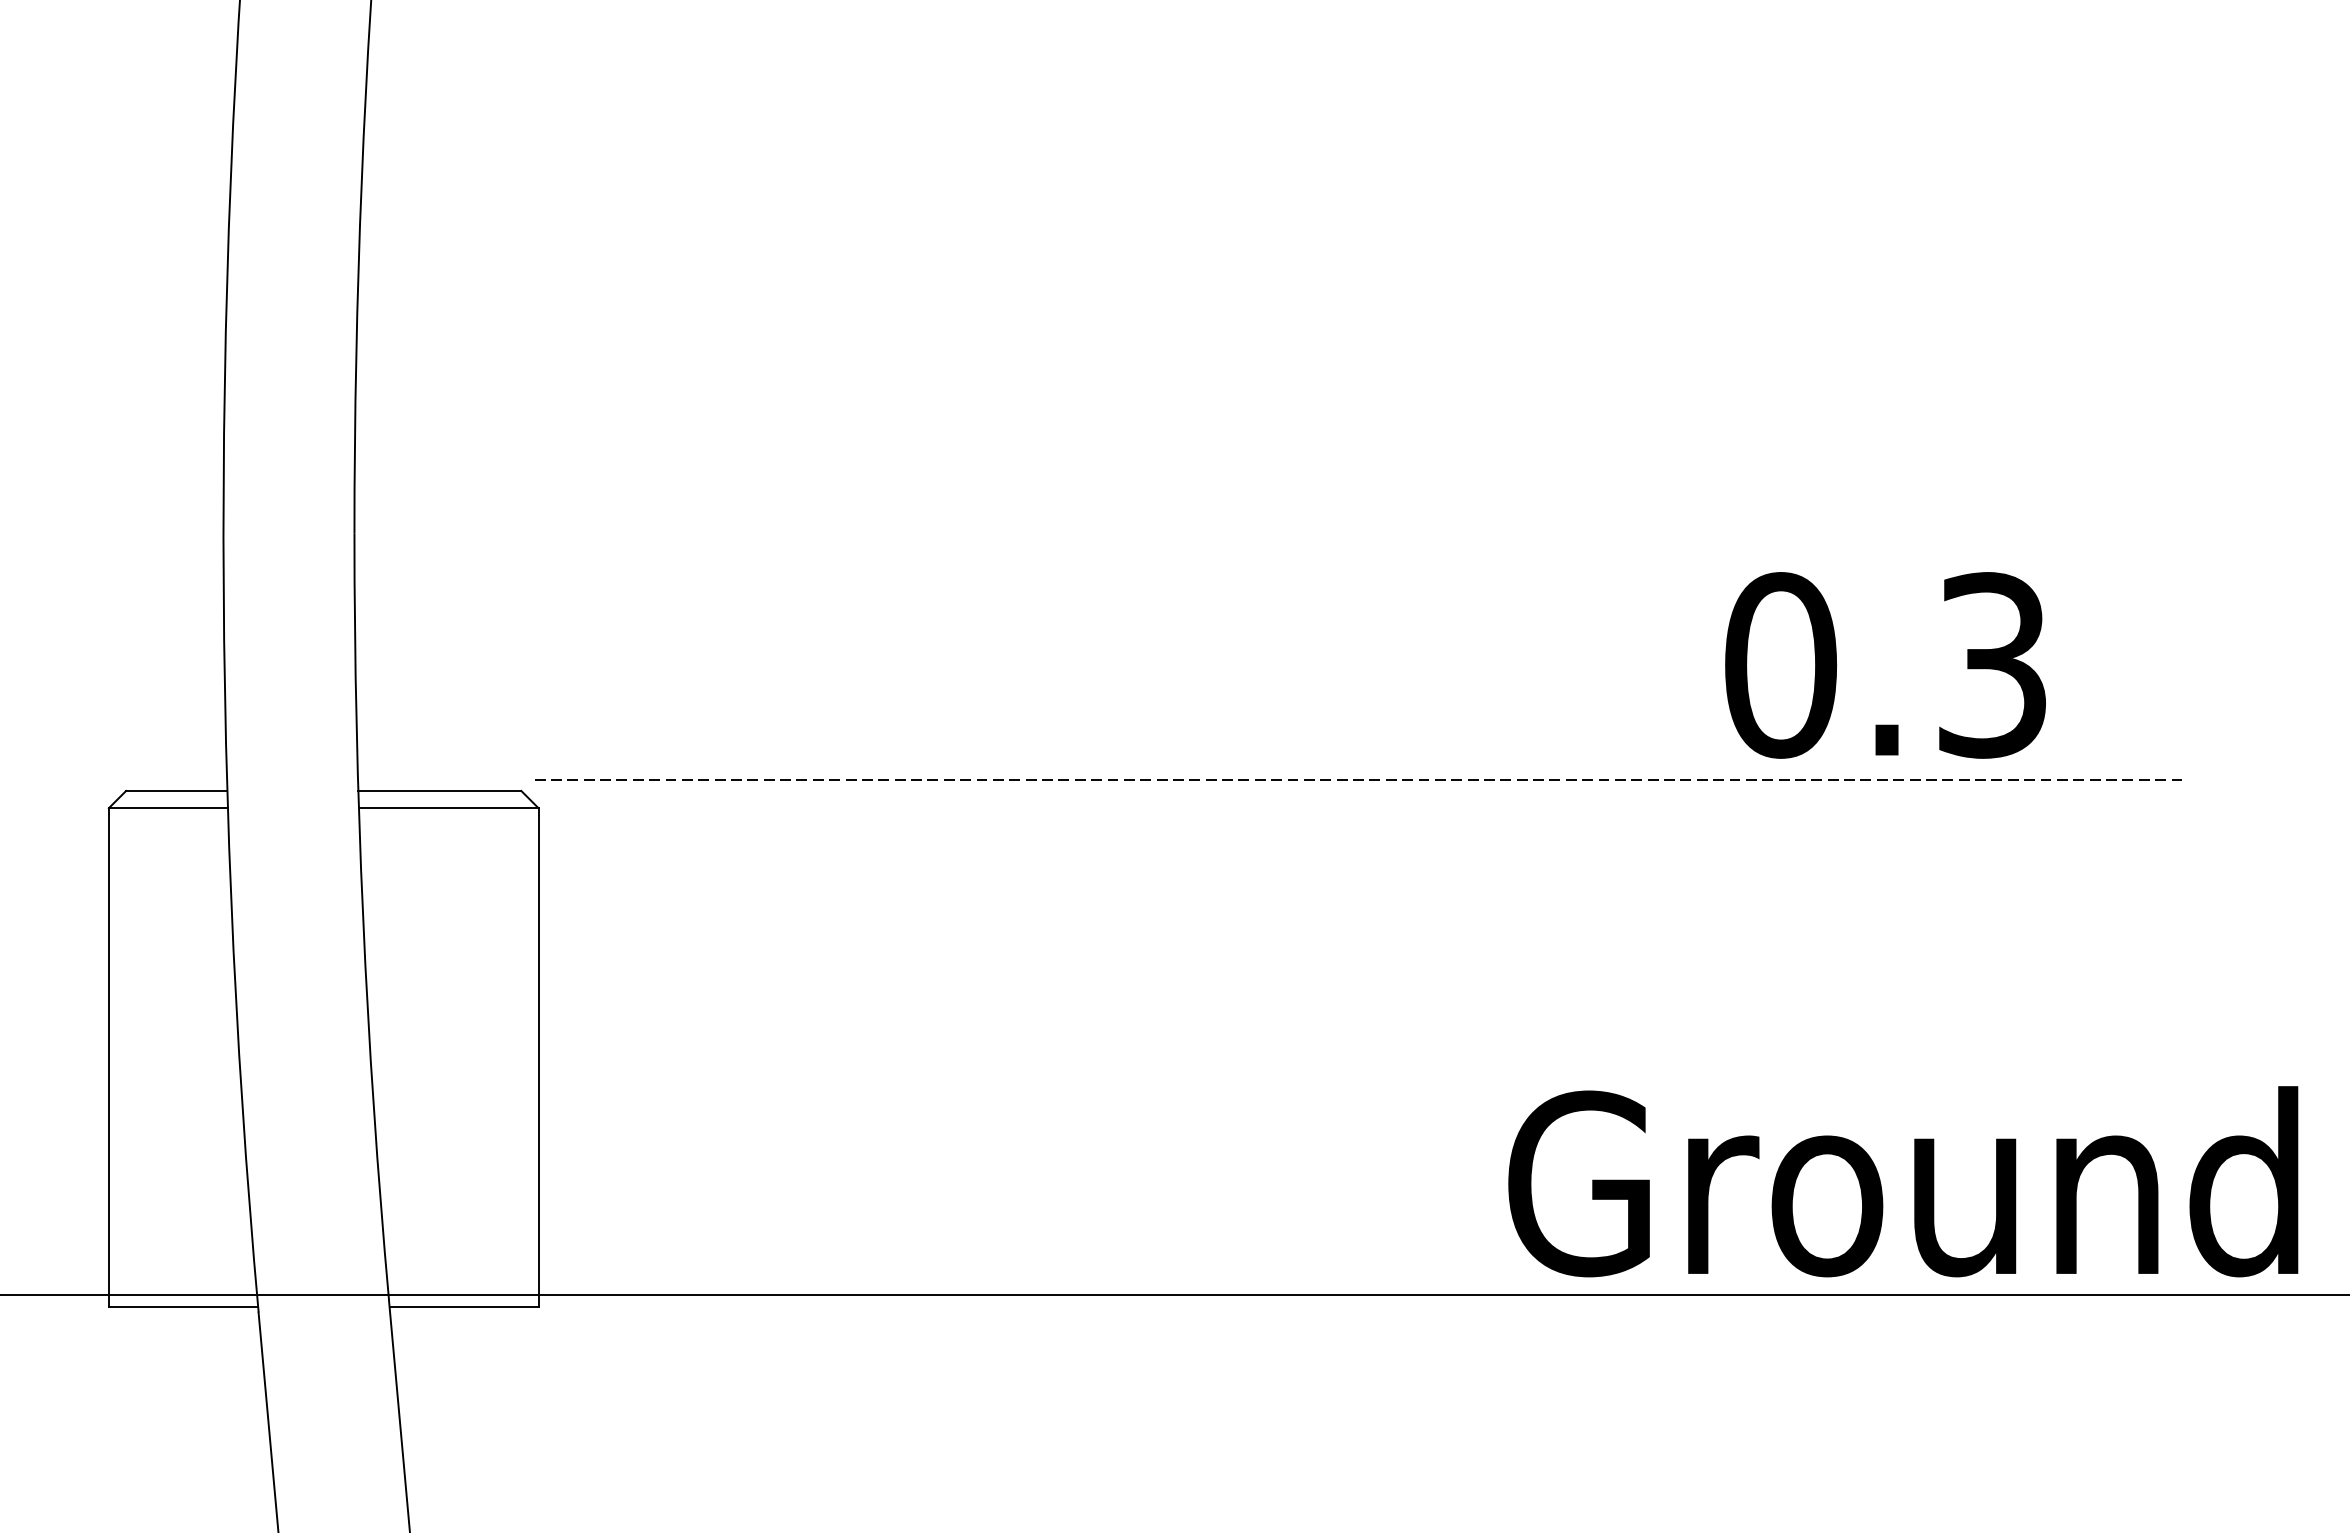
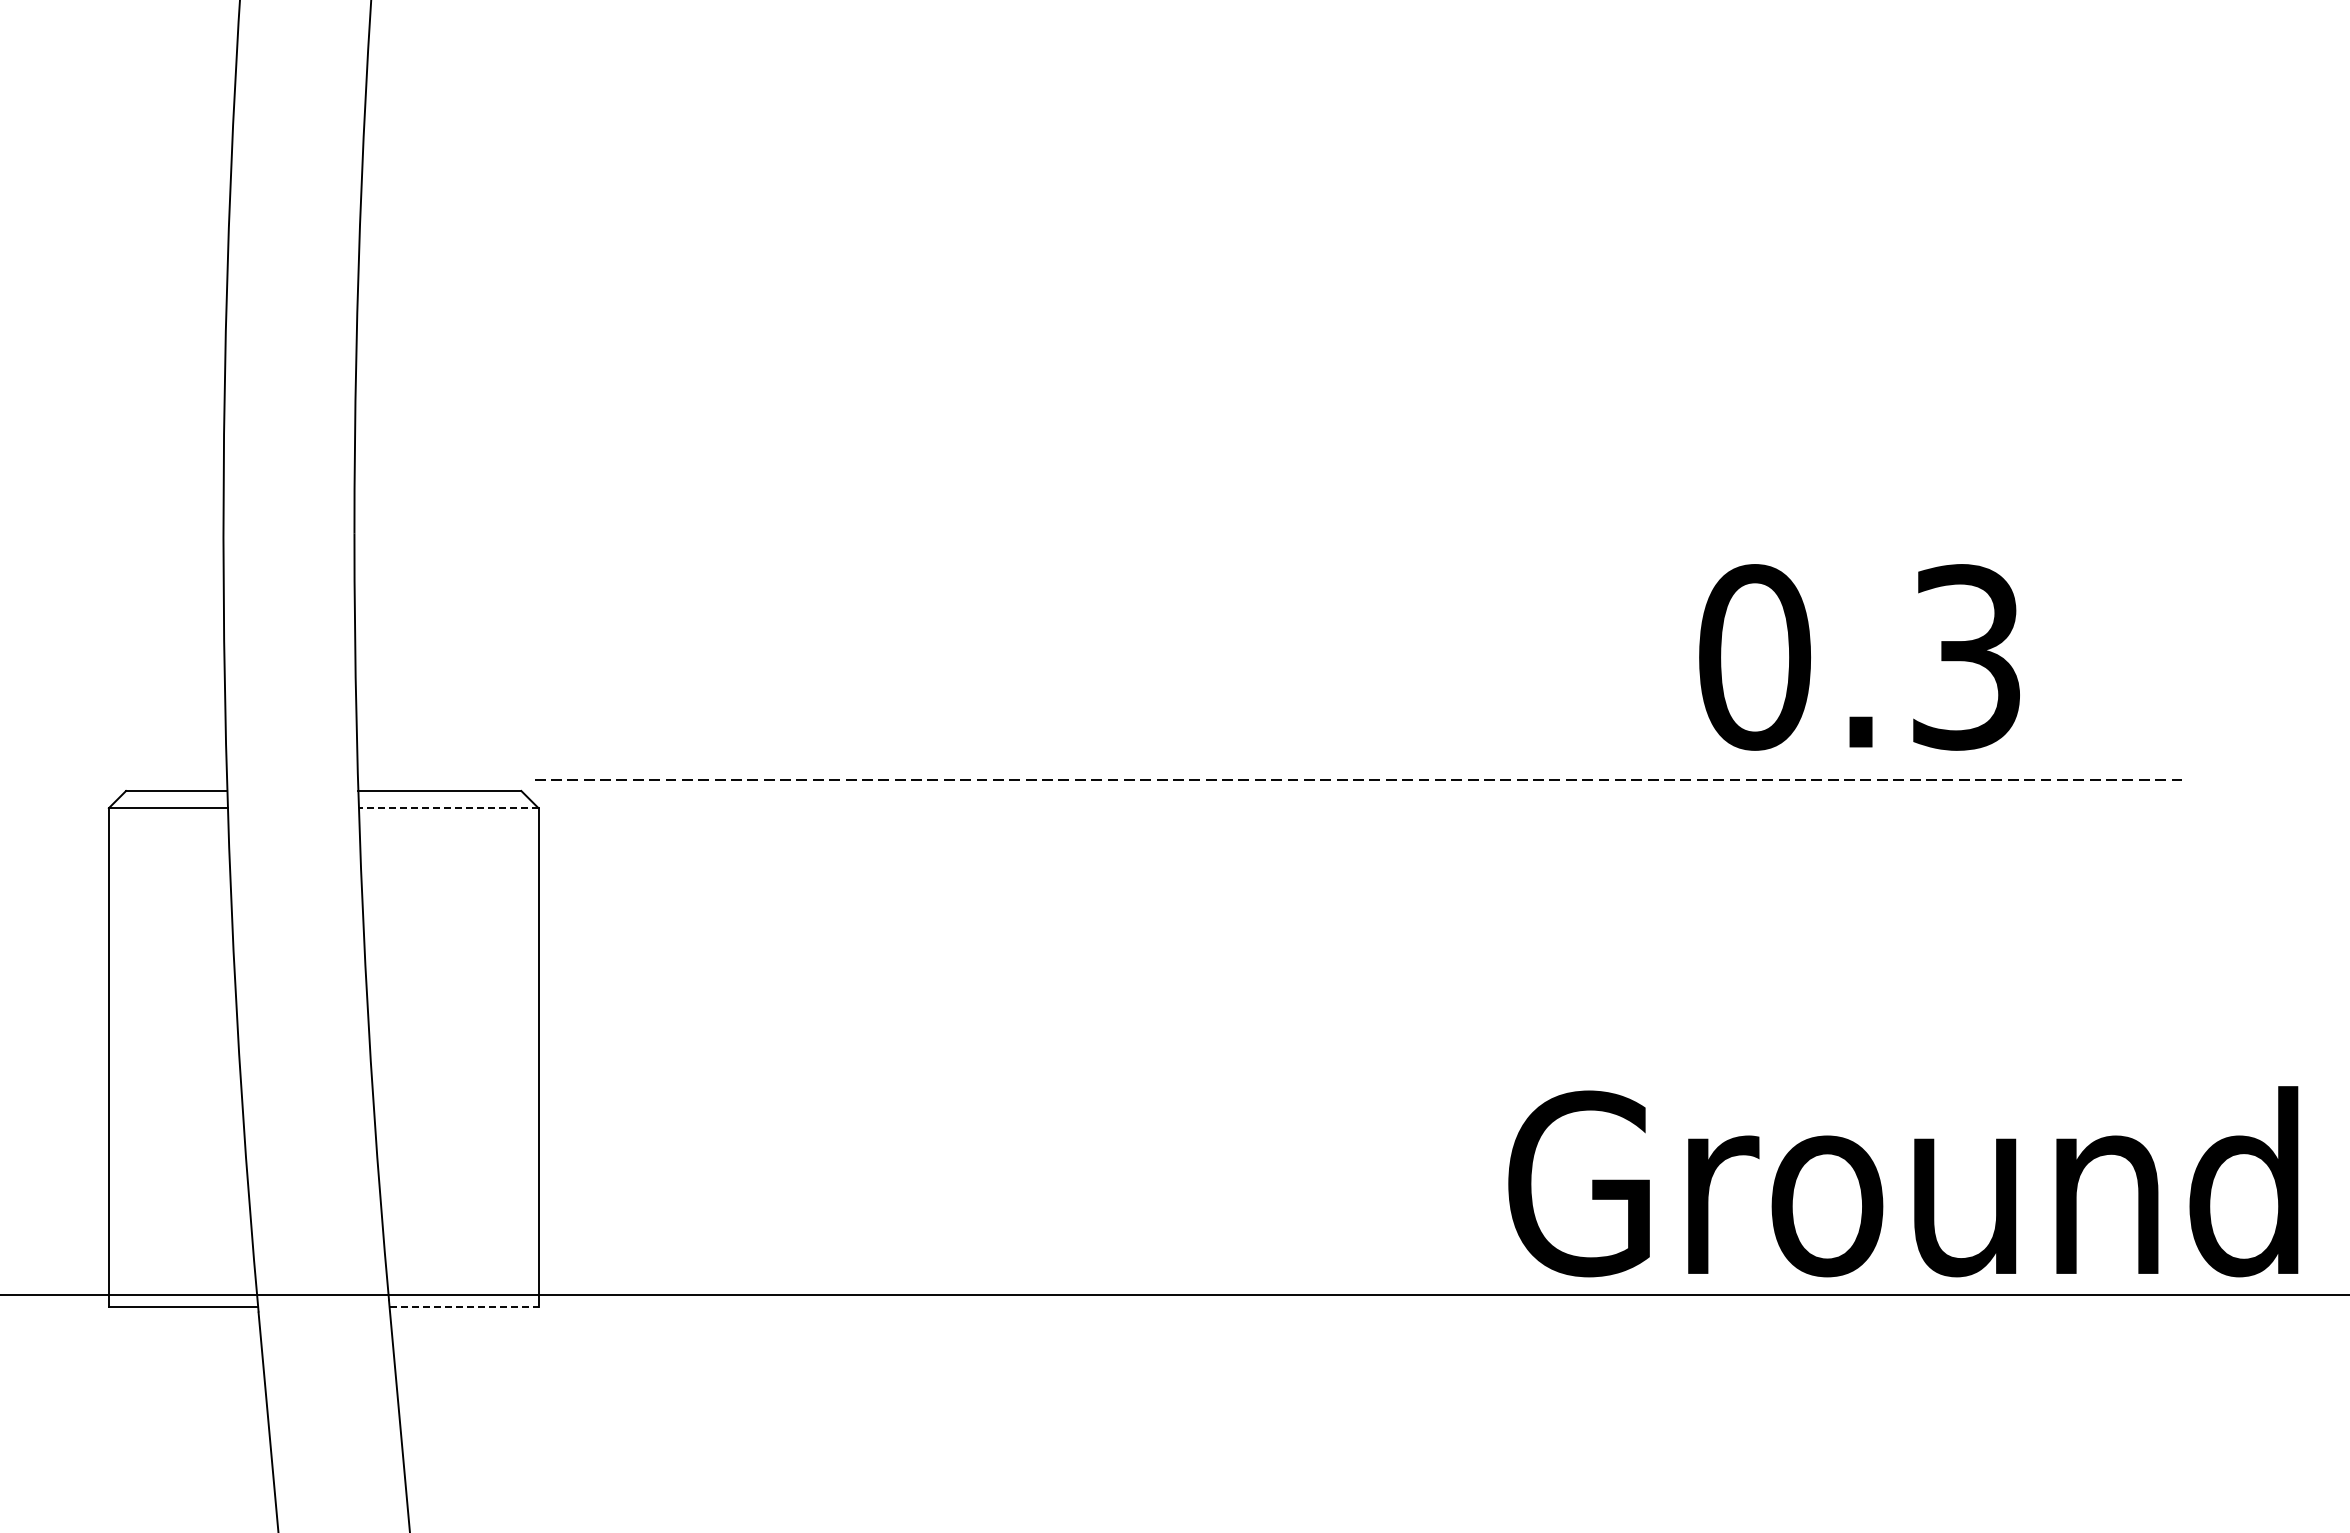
text at (1885, 665) position: (1885, 665) -> (1859, 657)
line at (448, 808): solid -> dashed
line at (464, 1306): solid -> dashed
